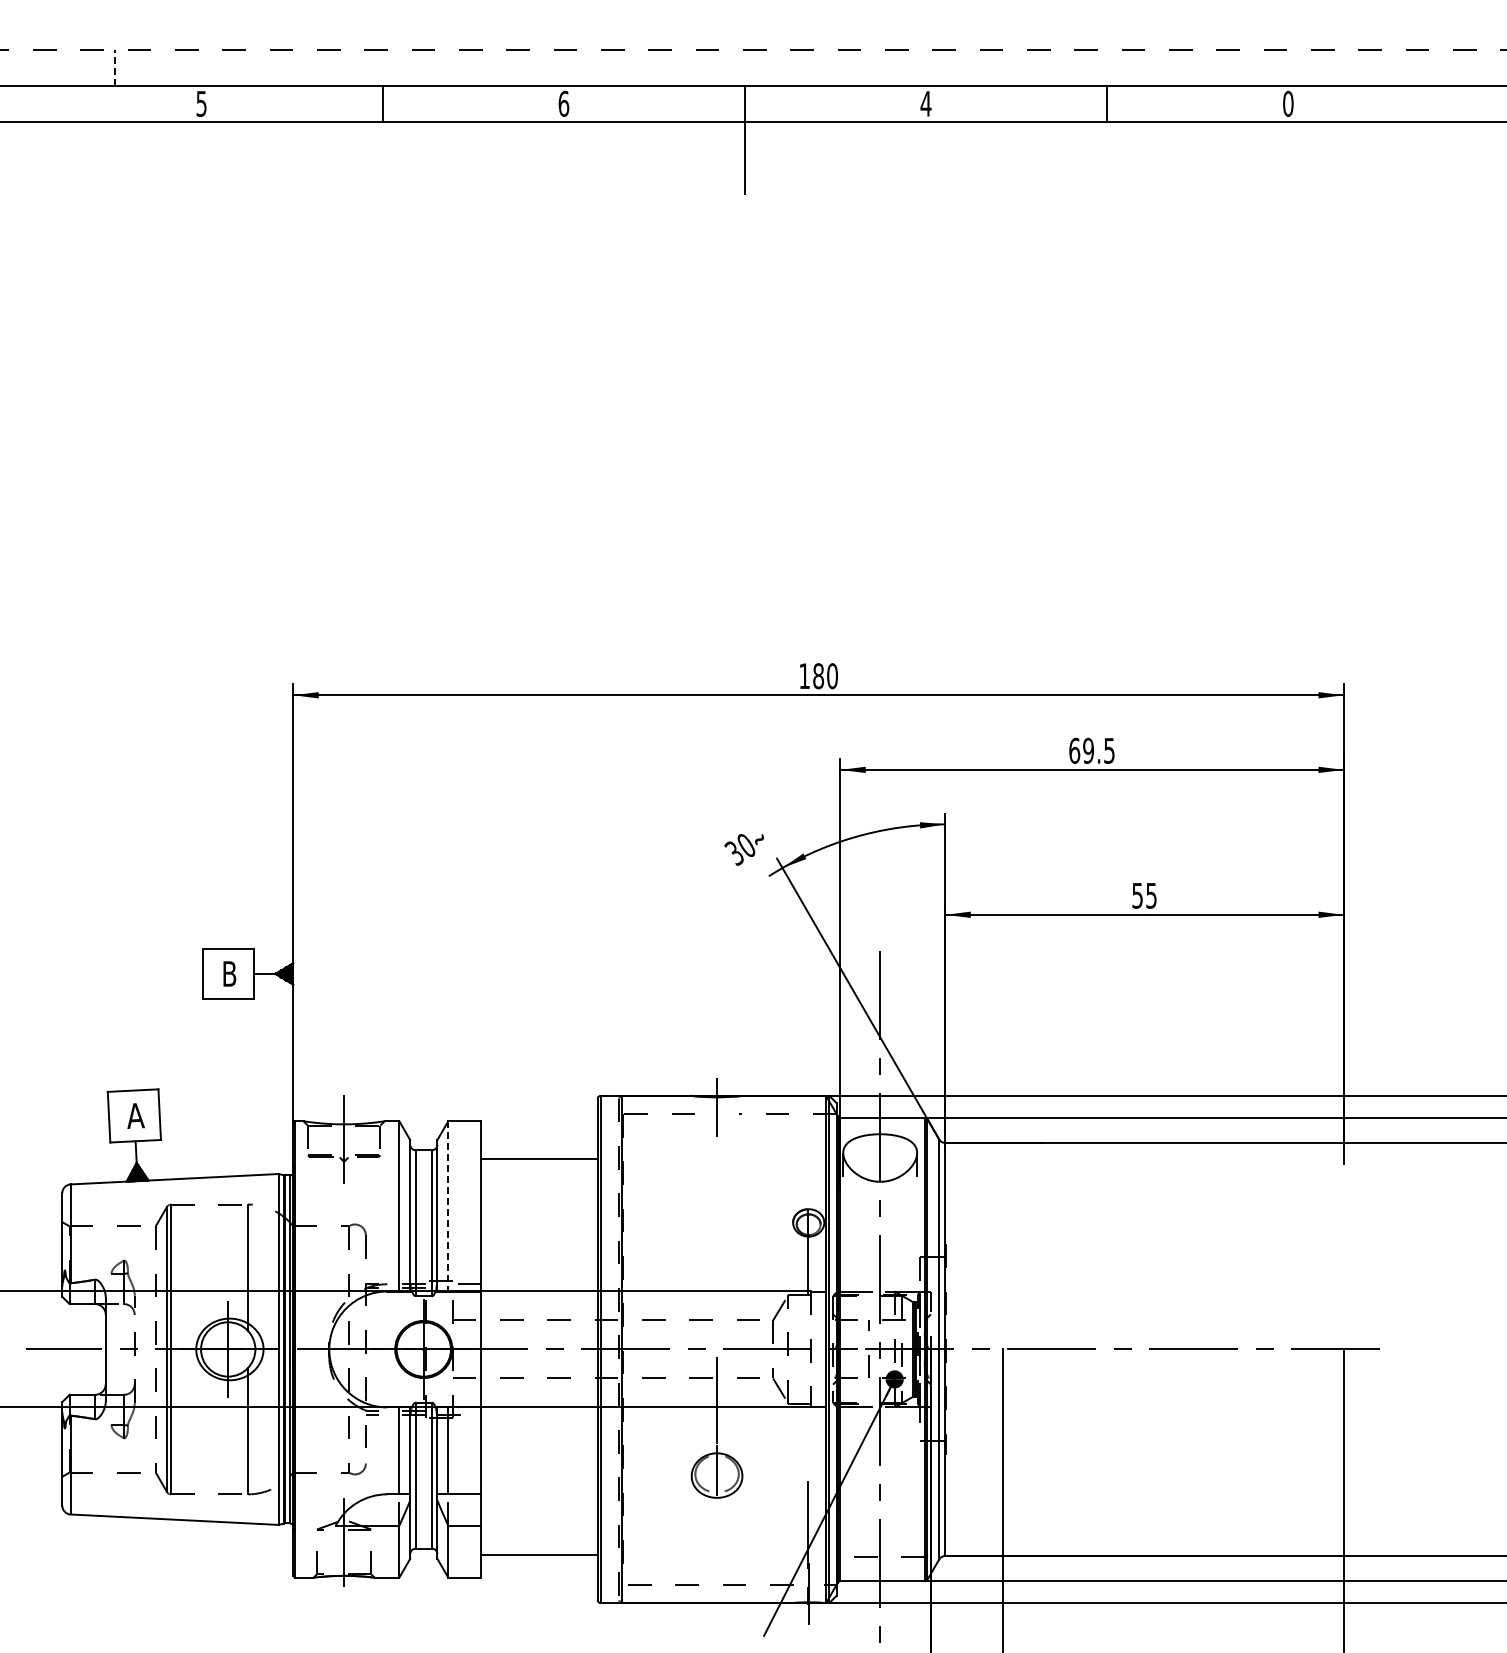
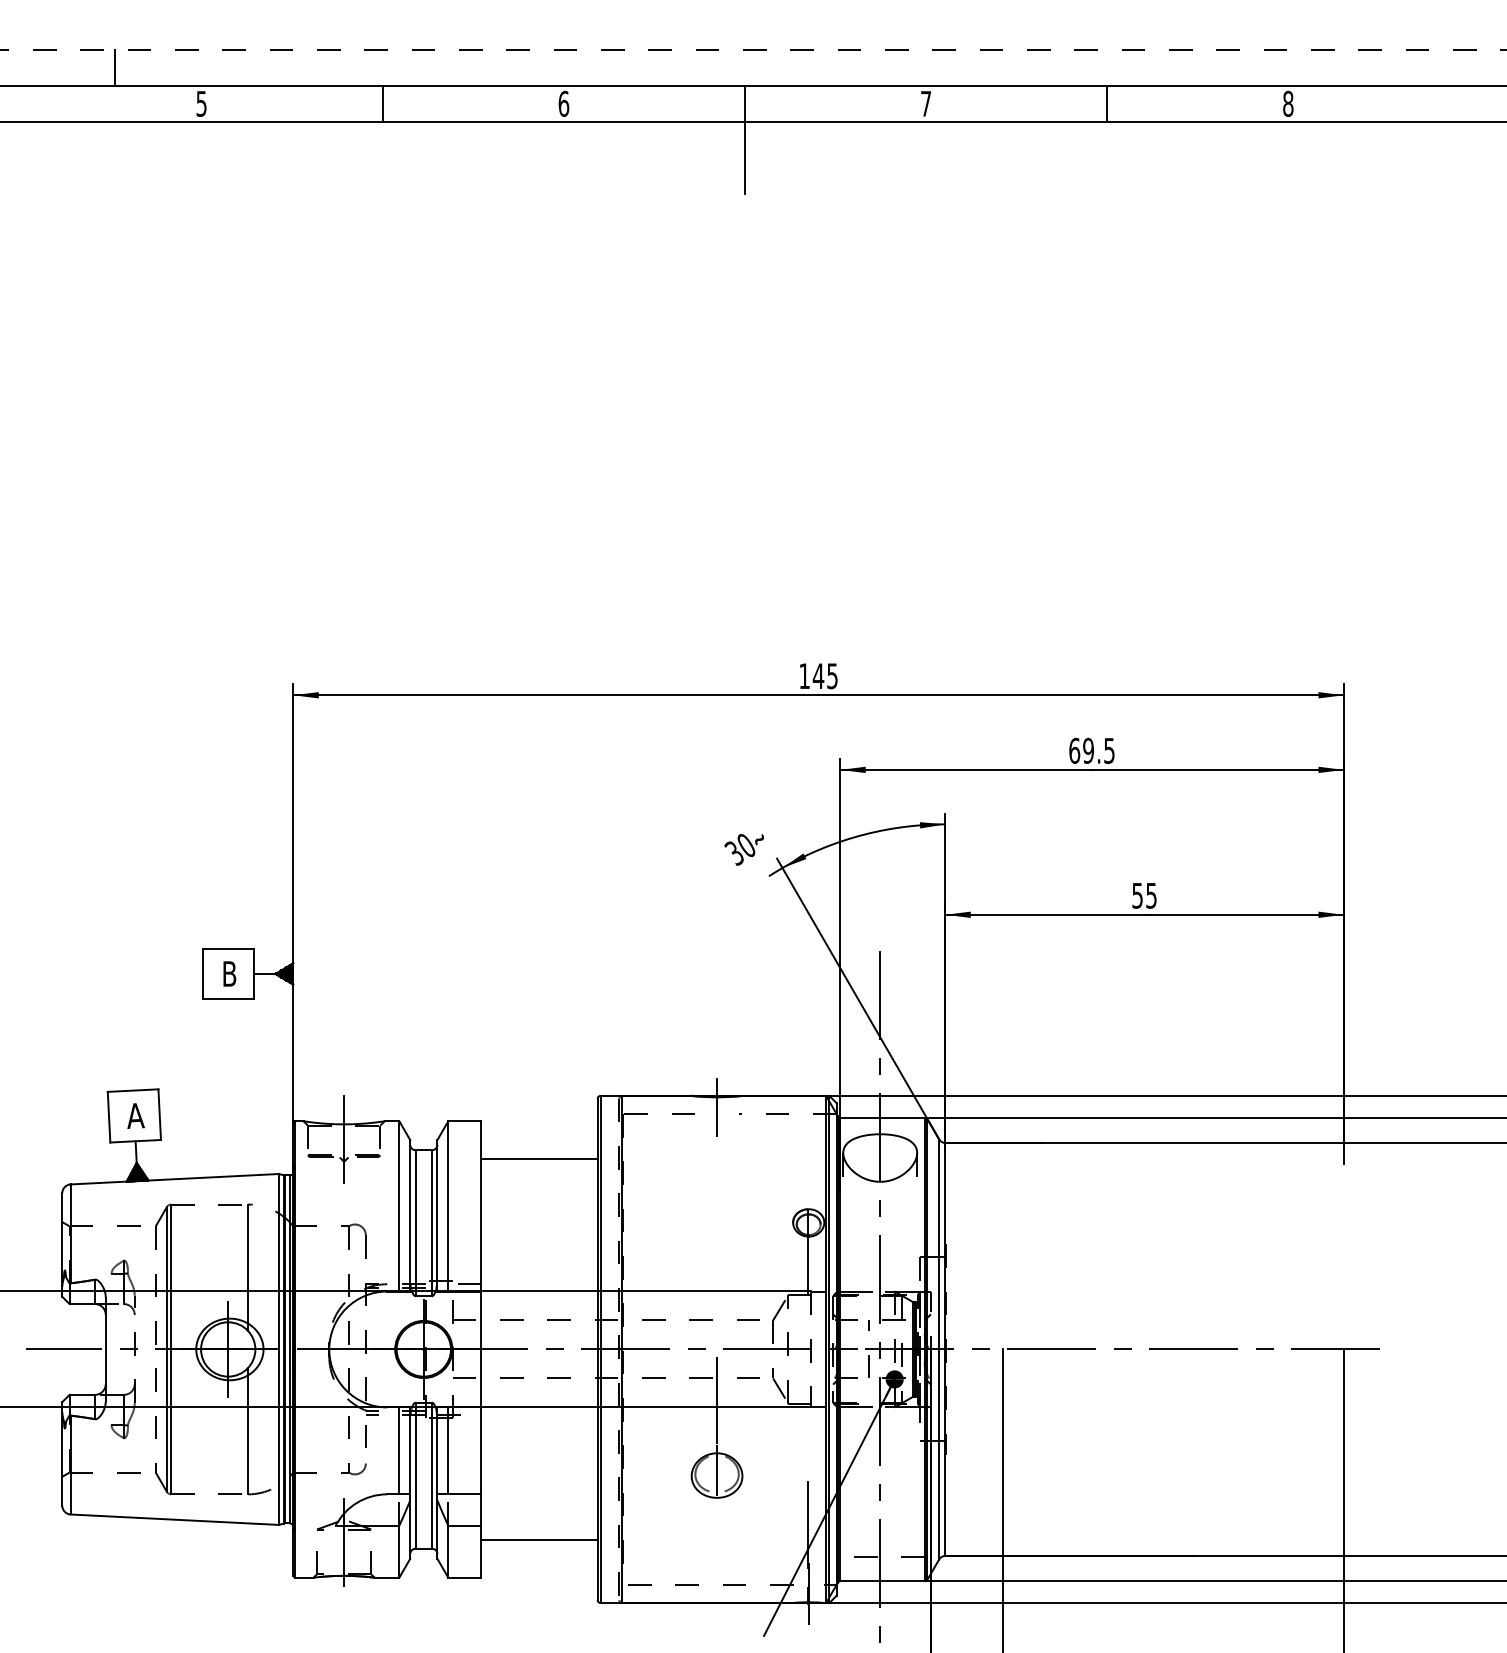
line at (114, 67): dashed -> solid
text at (925, 103): 4 -> 7
text at (1288, 103): 0 -> 8
text at (824, 676): 180 -> 145
line at (448, 1206): dashed -> solid
line at (539, 1554) position: (539, 1554) -> (539, 1539)
